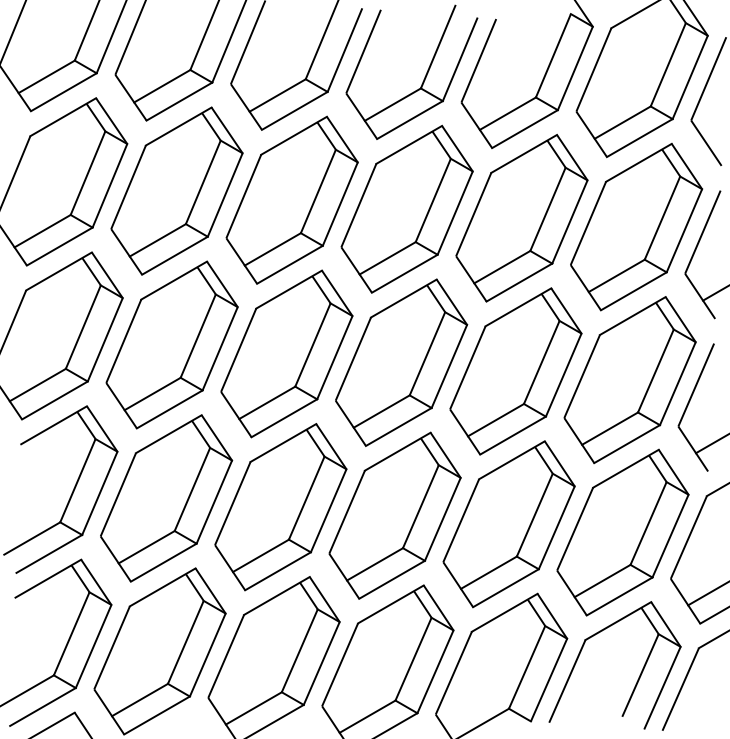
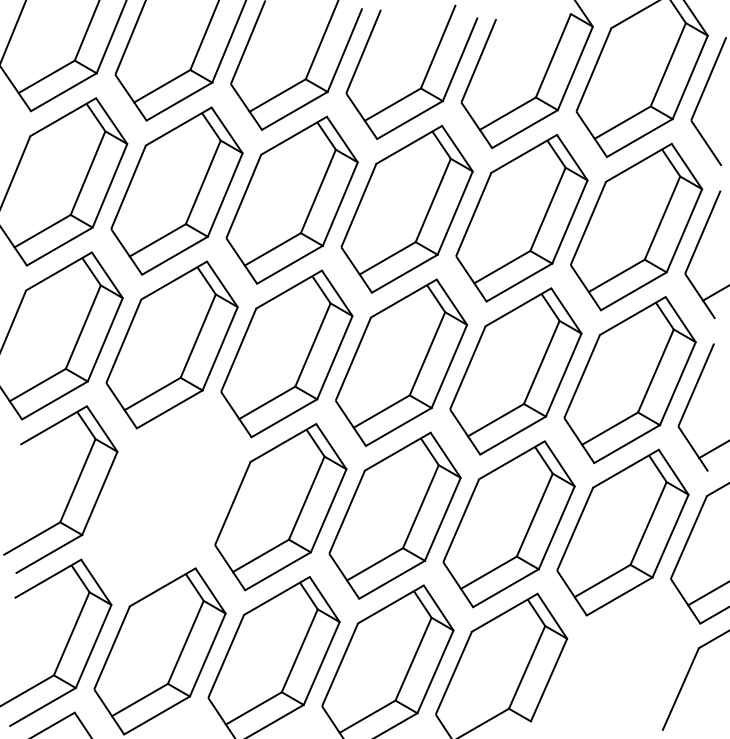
line at (711, 444) position: (711, 444) -> (712, 450)
part at (166, 498): present -> none
part at (638, 677): present -> none
